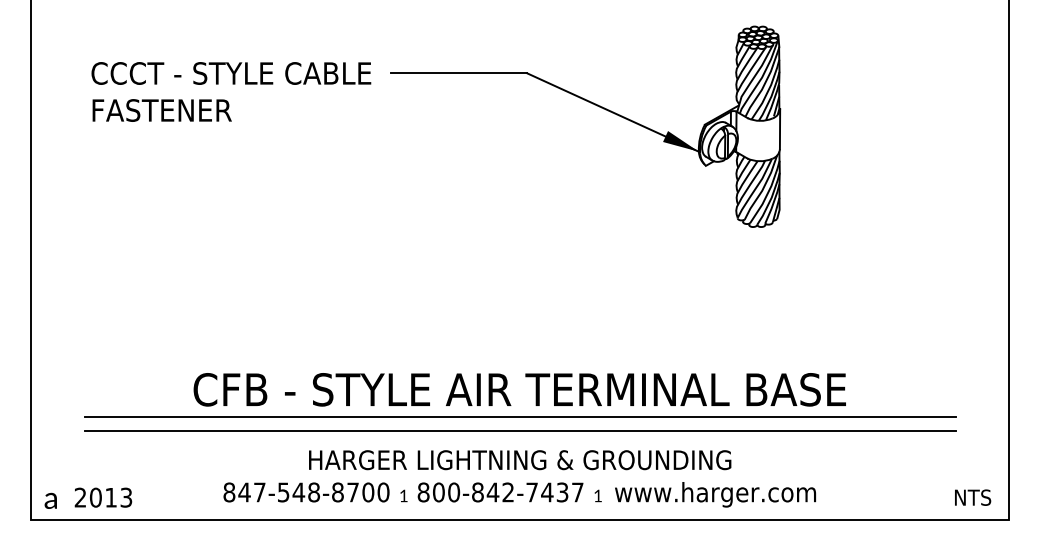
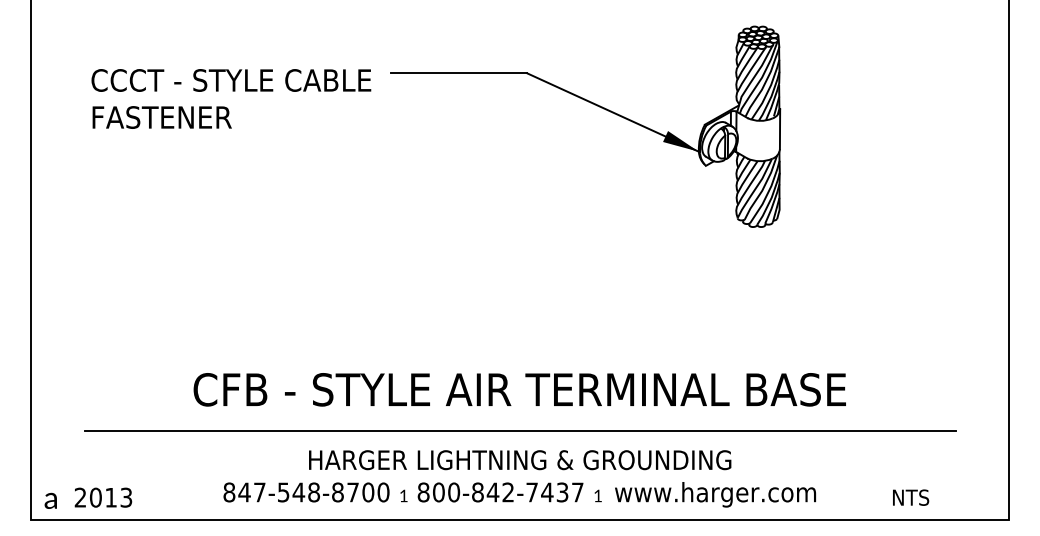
text at (231, 91) position: (231, 91) -> (231, 98)
line at (519, 417): present -> none
text at (973, 497) position: (973, 497) -> (911, 497)
